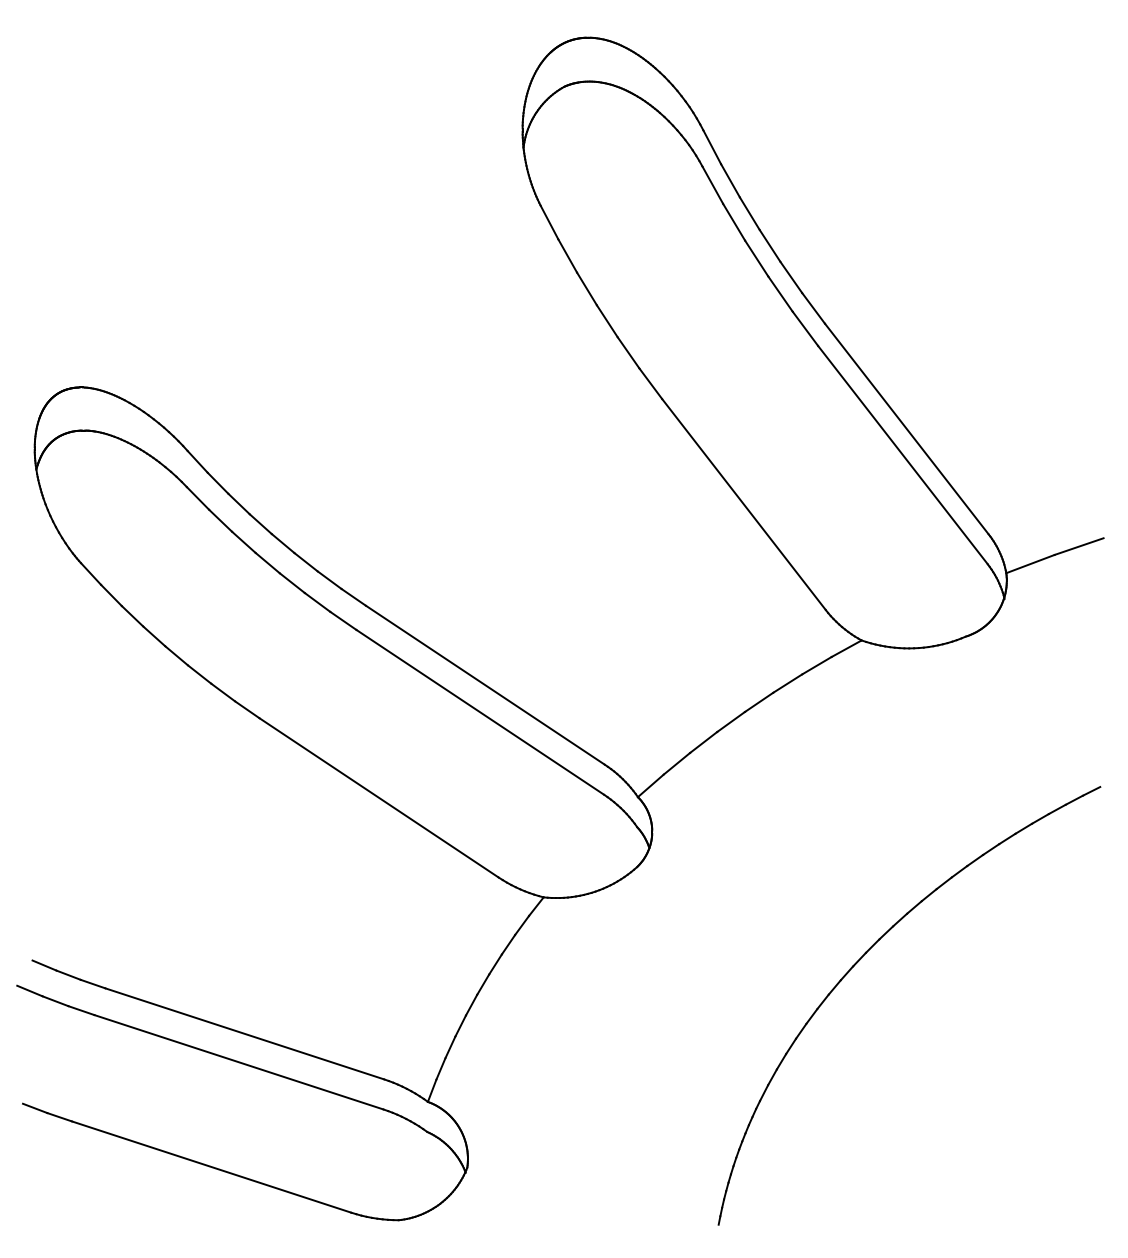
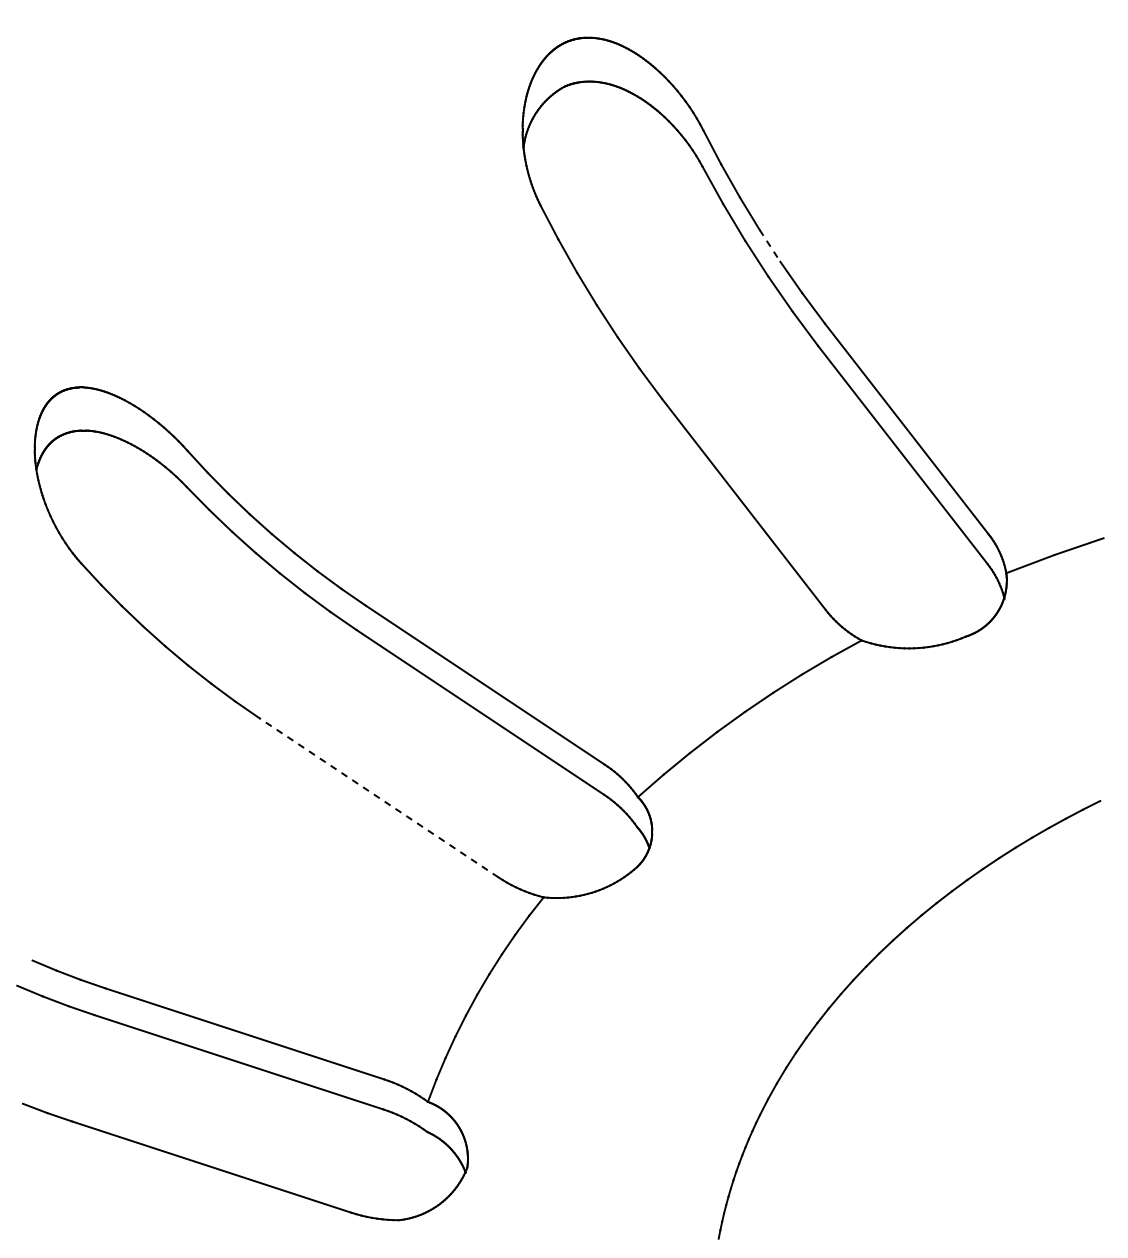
line at (770, 246): solid -> dashed
line at (379, 797): solid -> dashed
part at (861, 959) position: (861, 959) -> (861, 973)
